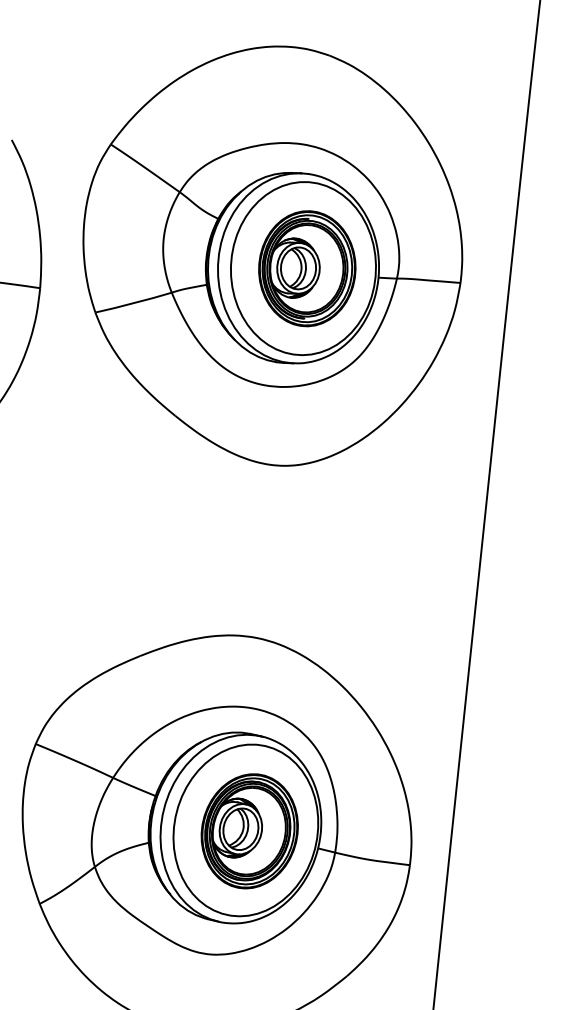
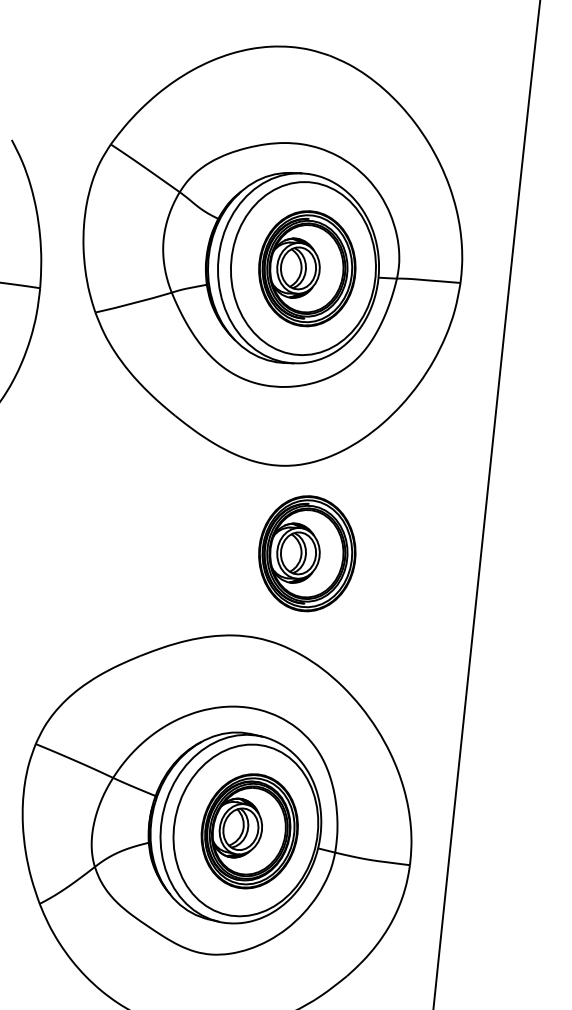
part at (307, 553): none -> present
